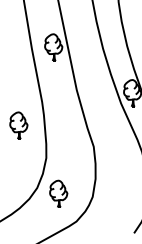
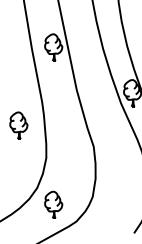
part at (58, 193) position: (58, 193) -> (53, 204)
